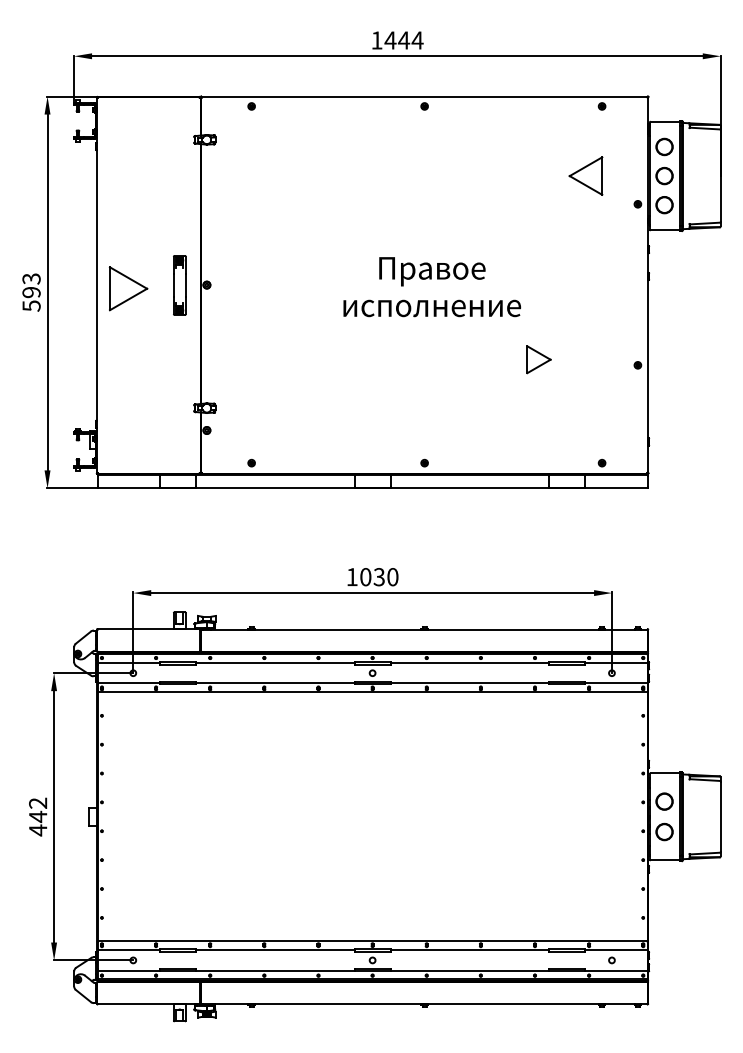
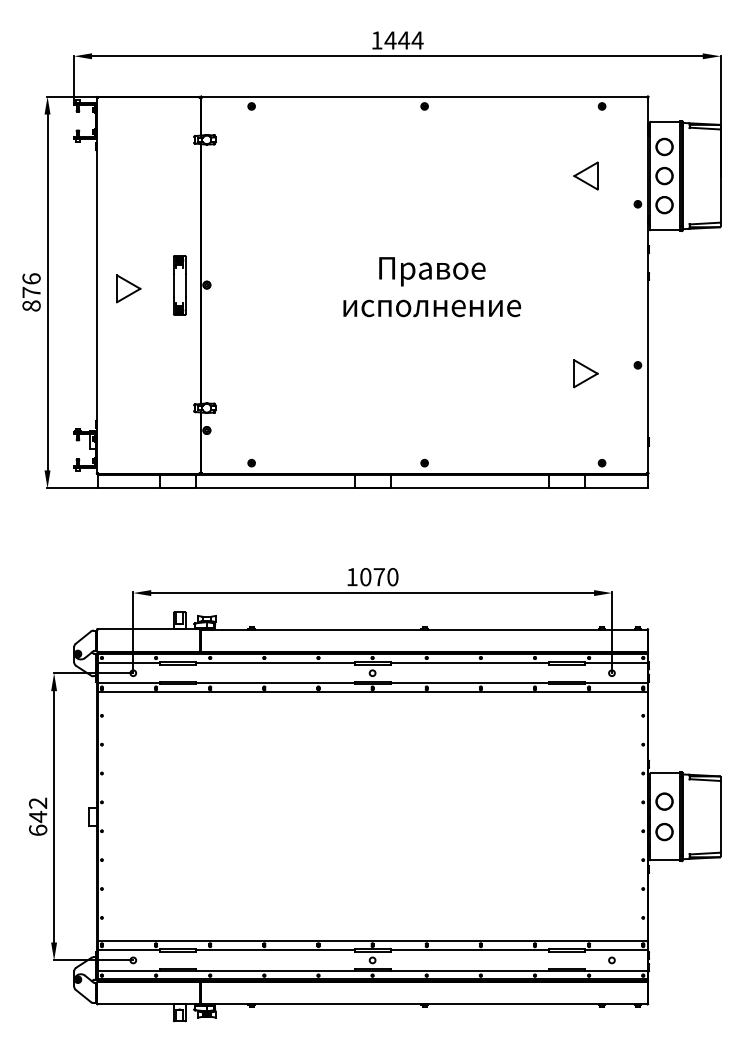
part at (585, 175) size: 36x40 px -> 26x30 px
part at (128, 288) size: 41x46 px -> 26x30 px
text at (31, 292): 593 -> 876
part at (538, 359) position: (538, 359) -> (585, 373)
text at (378, 577): 1030 -> 1070
text at (38, 830): 442 -> 642
